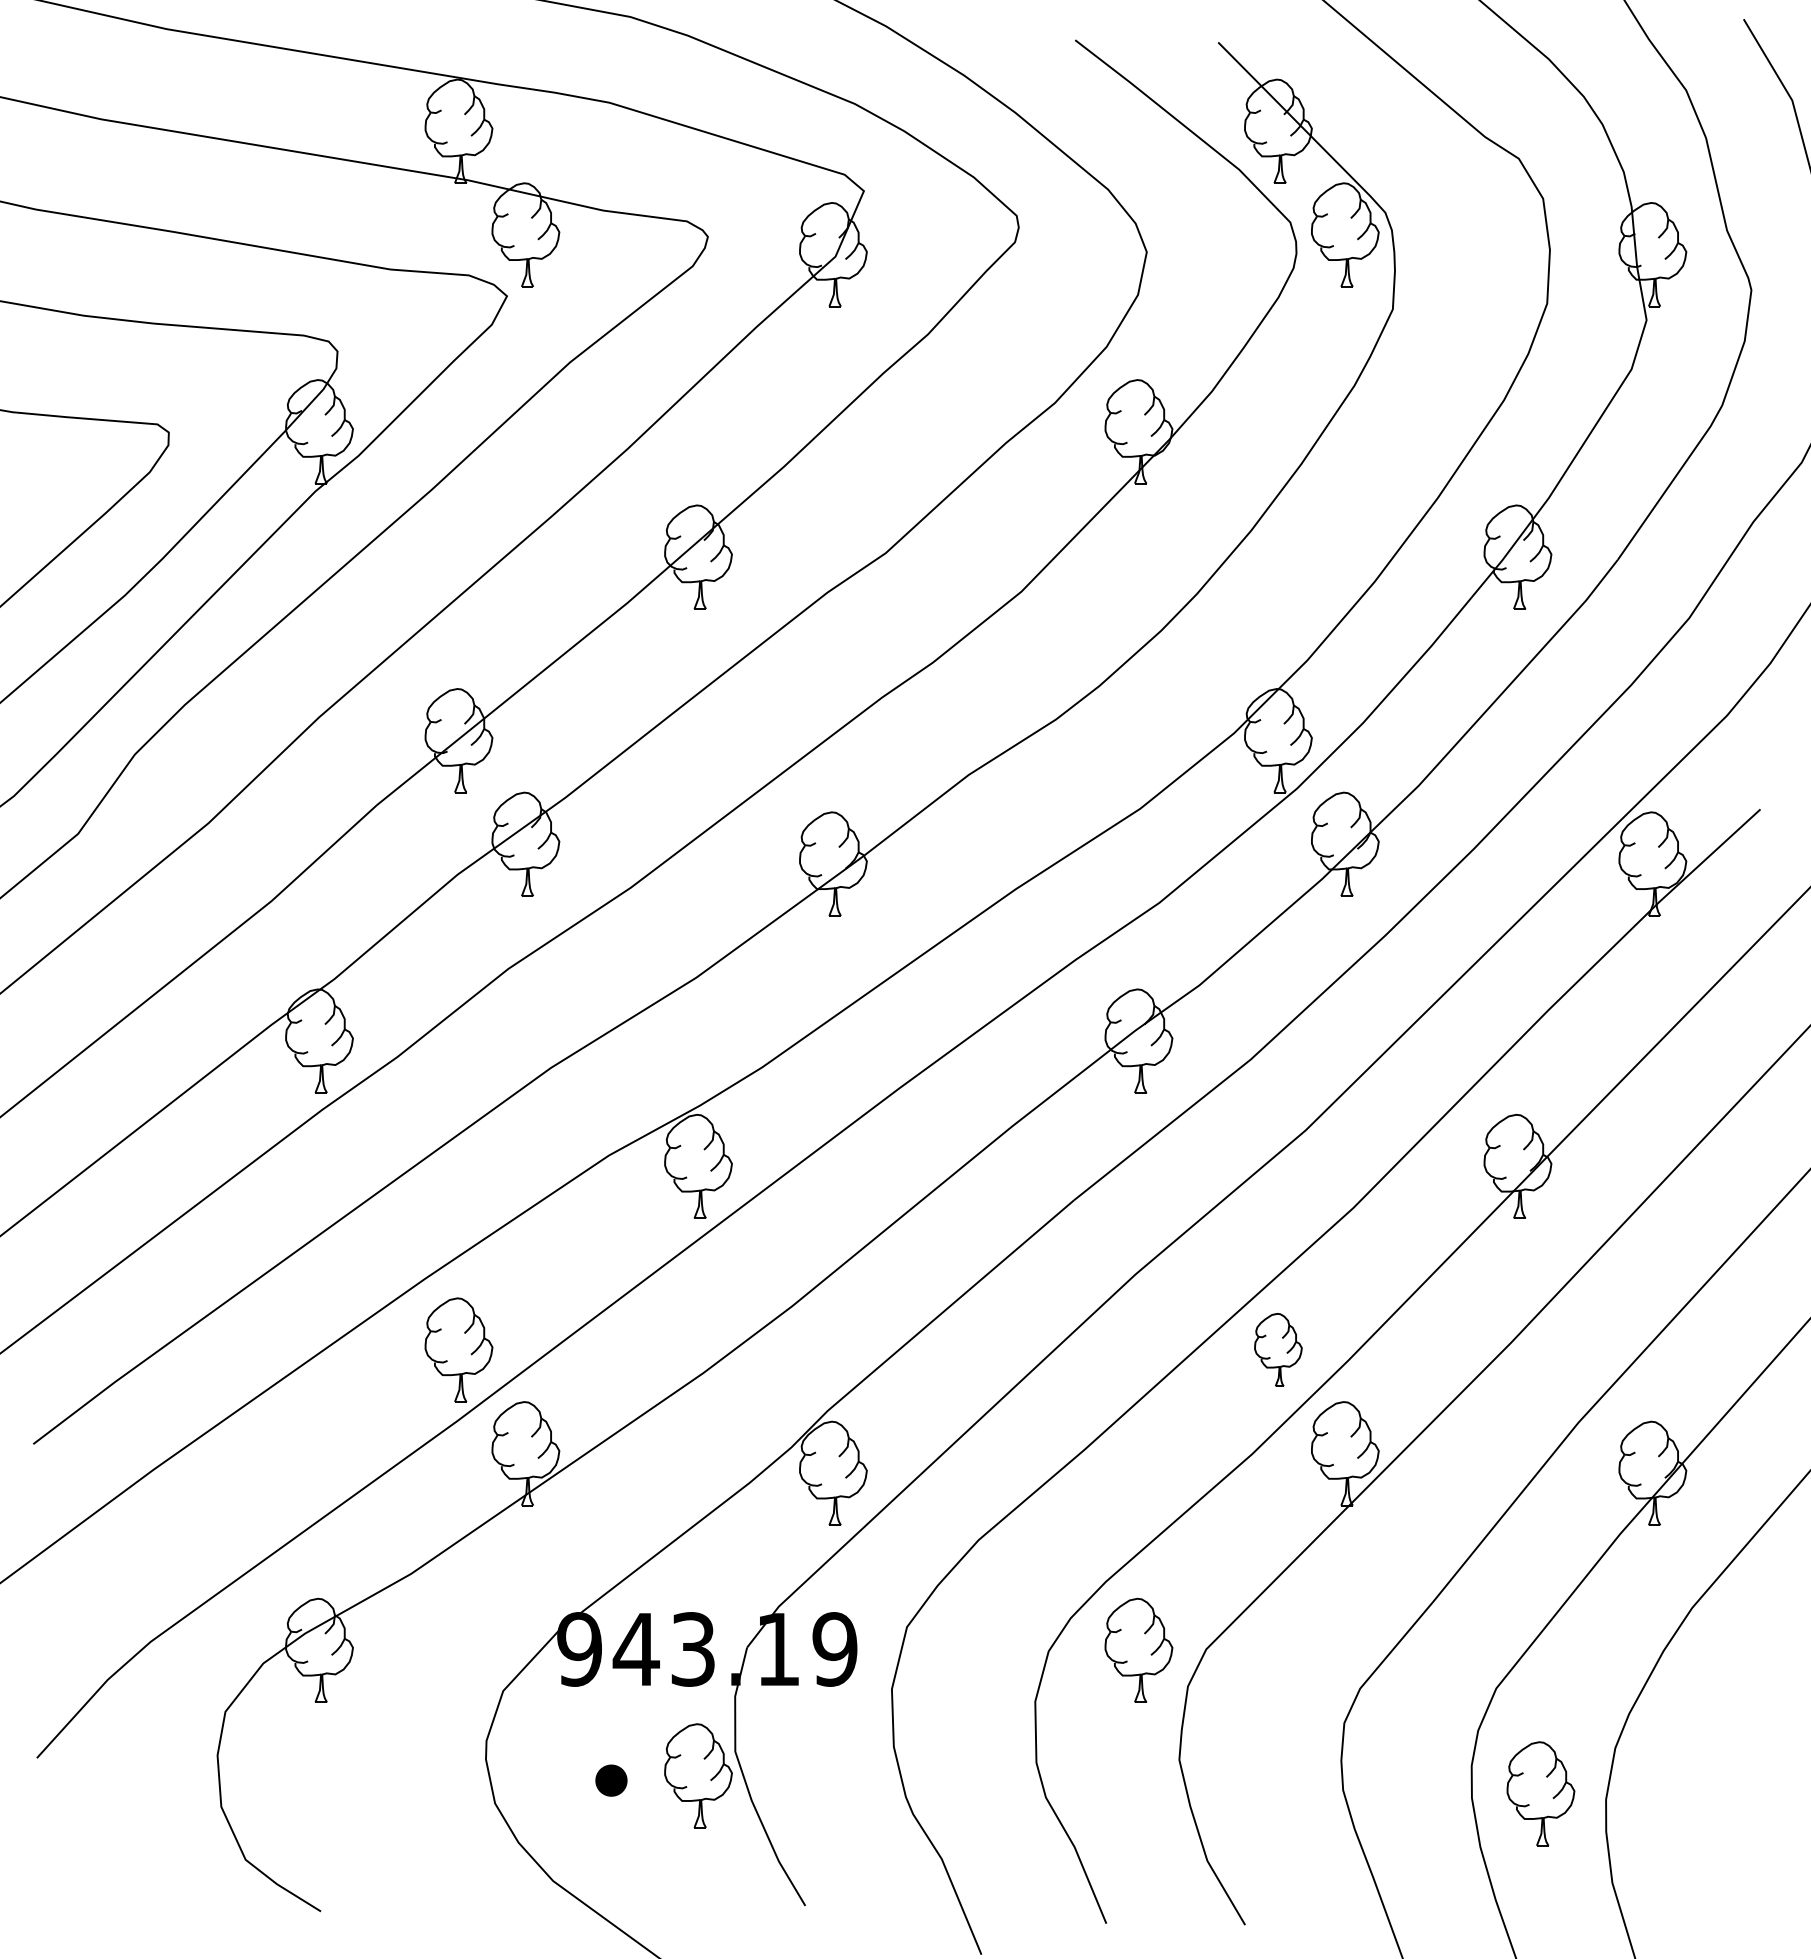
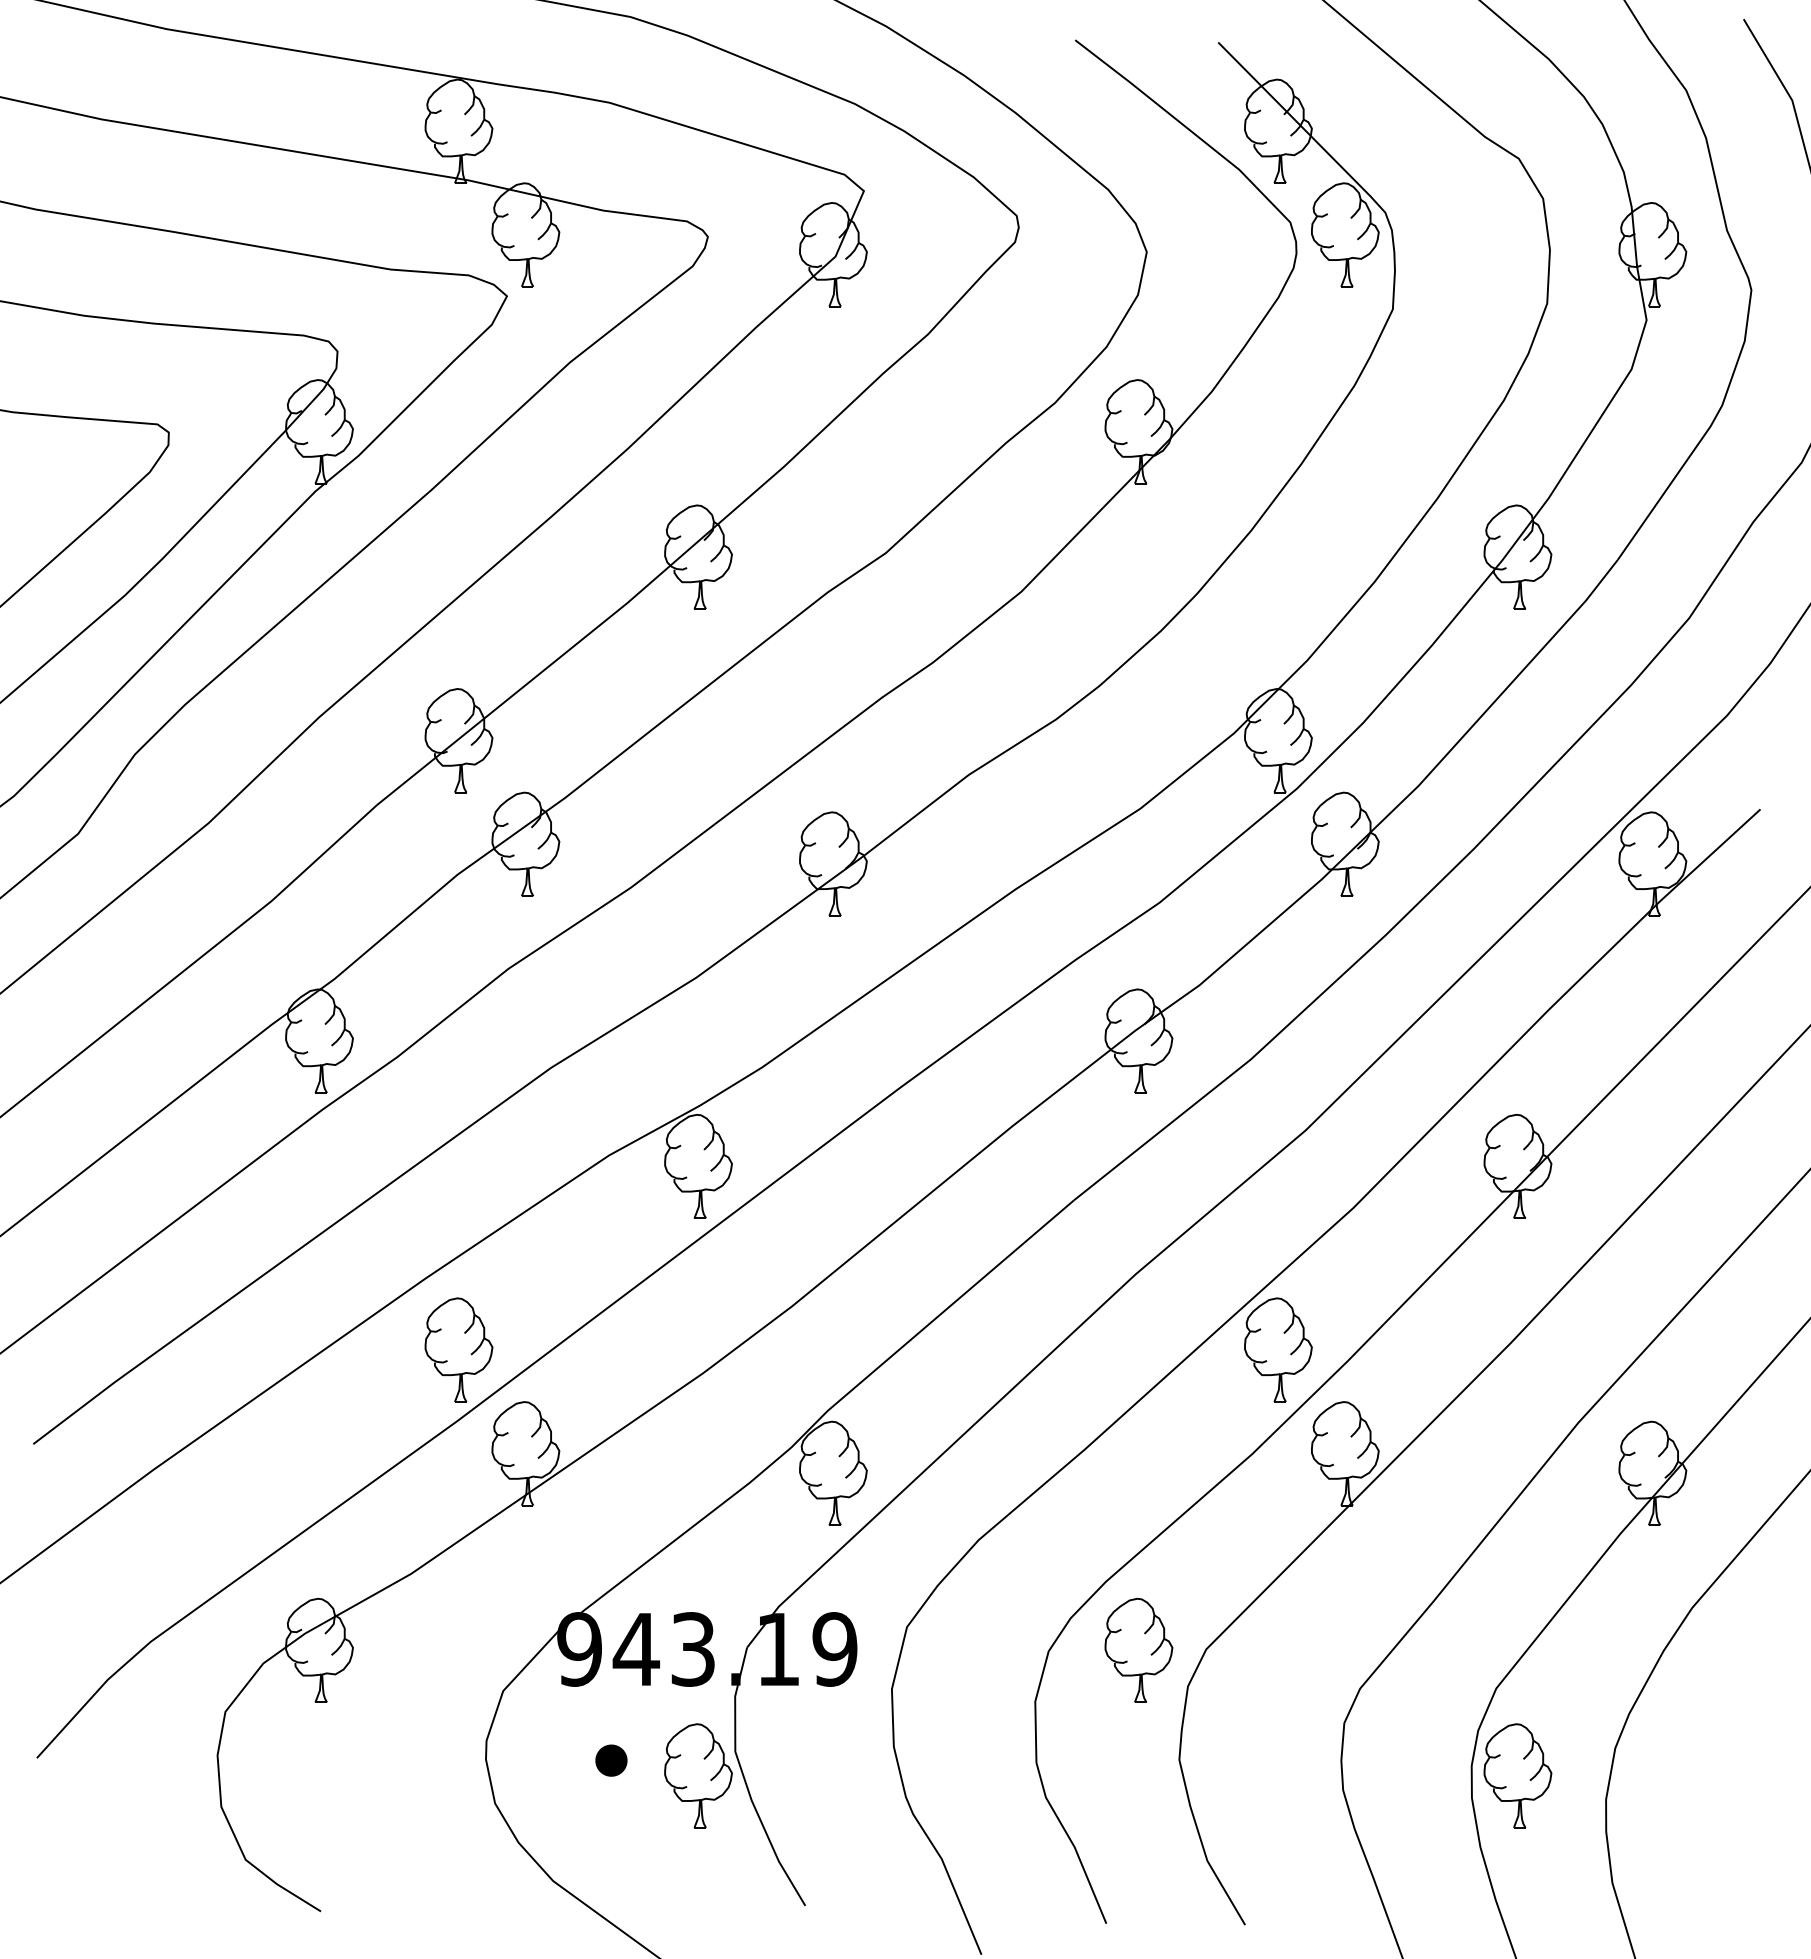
part at (1278, 1349) size: 49x74 px -> 69x106 px
part at (611, 1780) position: (611, 1780) -> (611, 1760)
part at (1540, 1793) position: (1540, 1793) -> (1517, 1775)
